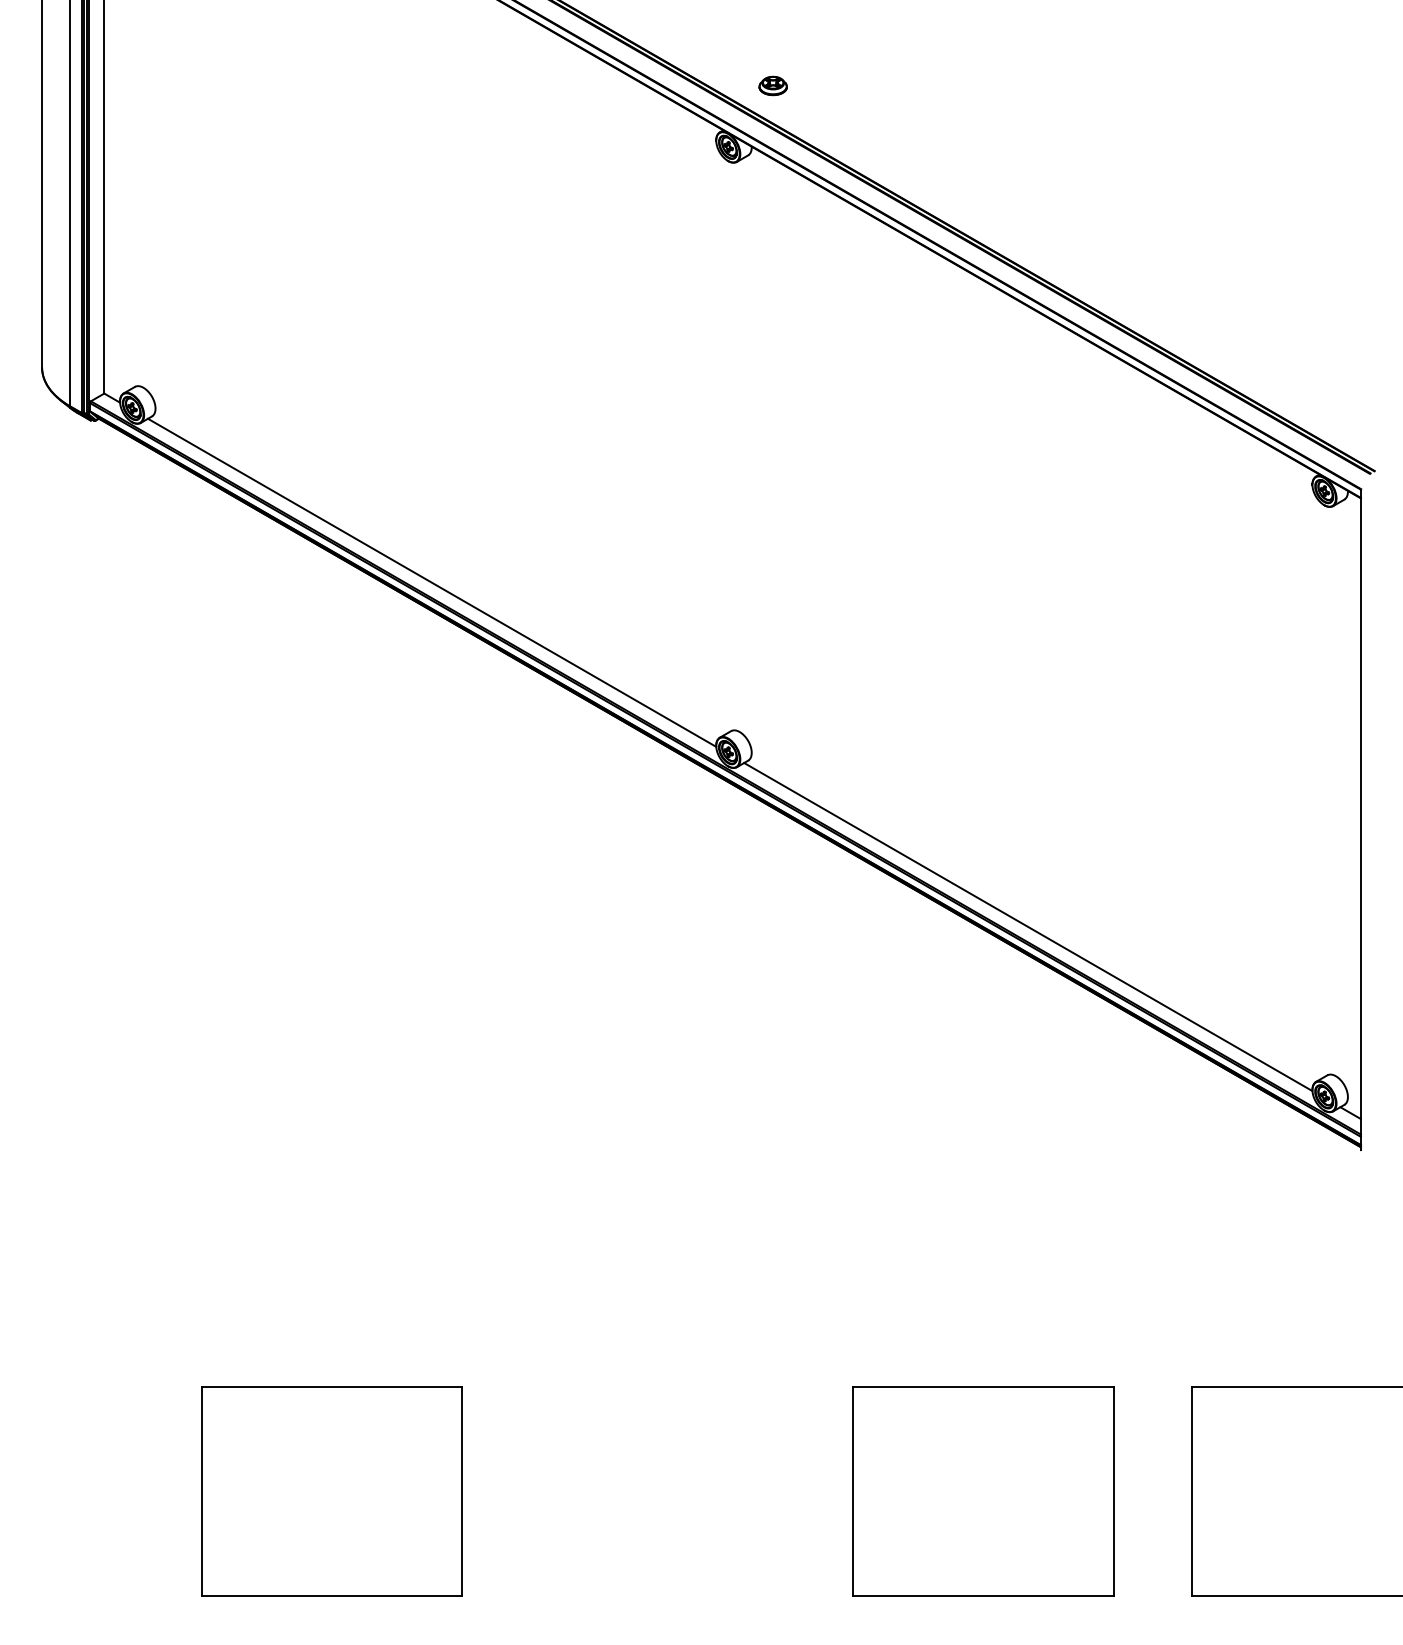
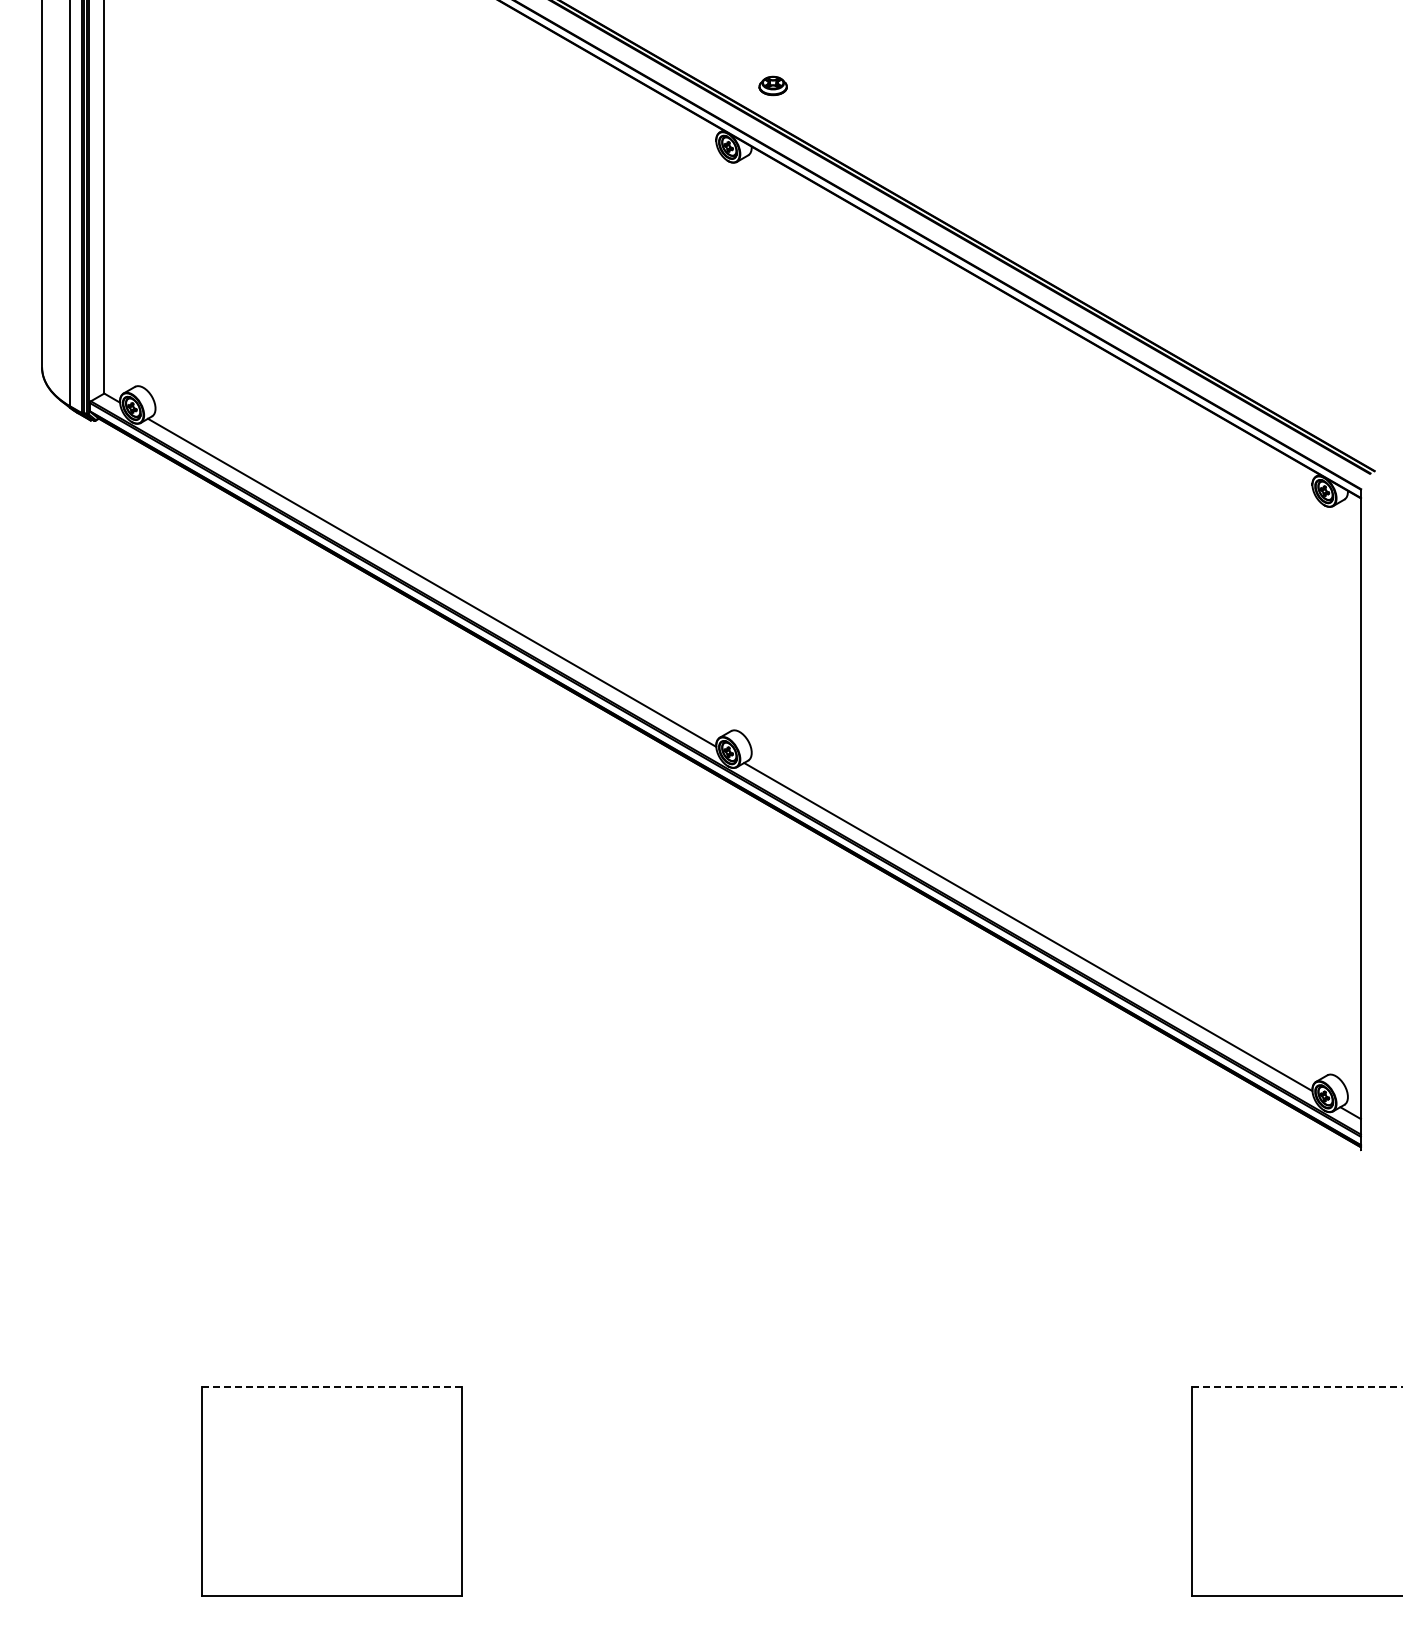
line at (332, 1387): solid -> dashed
line at (1297, 1387): solid -> dashed
part at (983, 1491): present -> none
